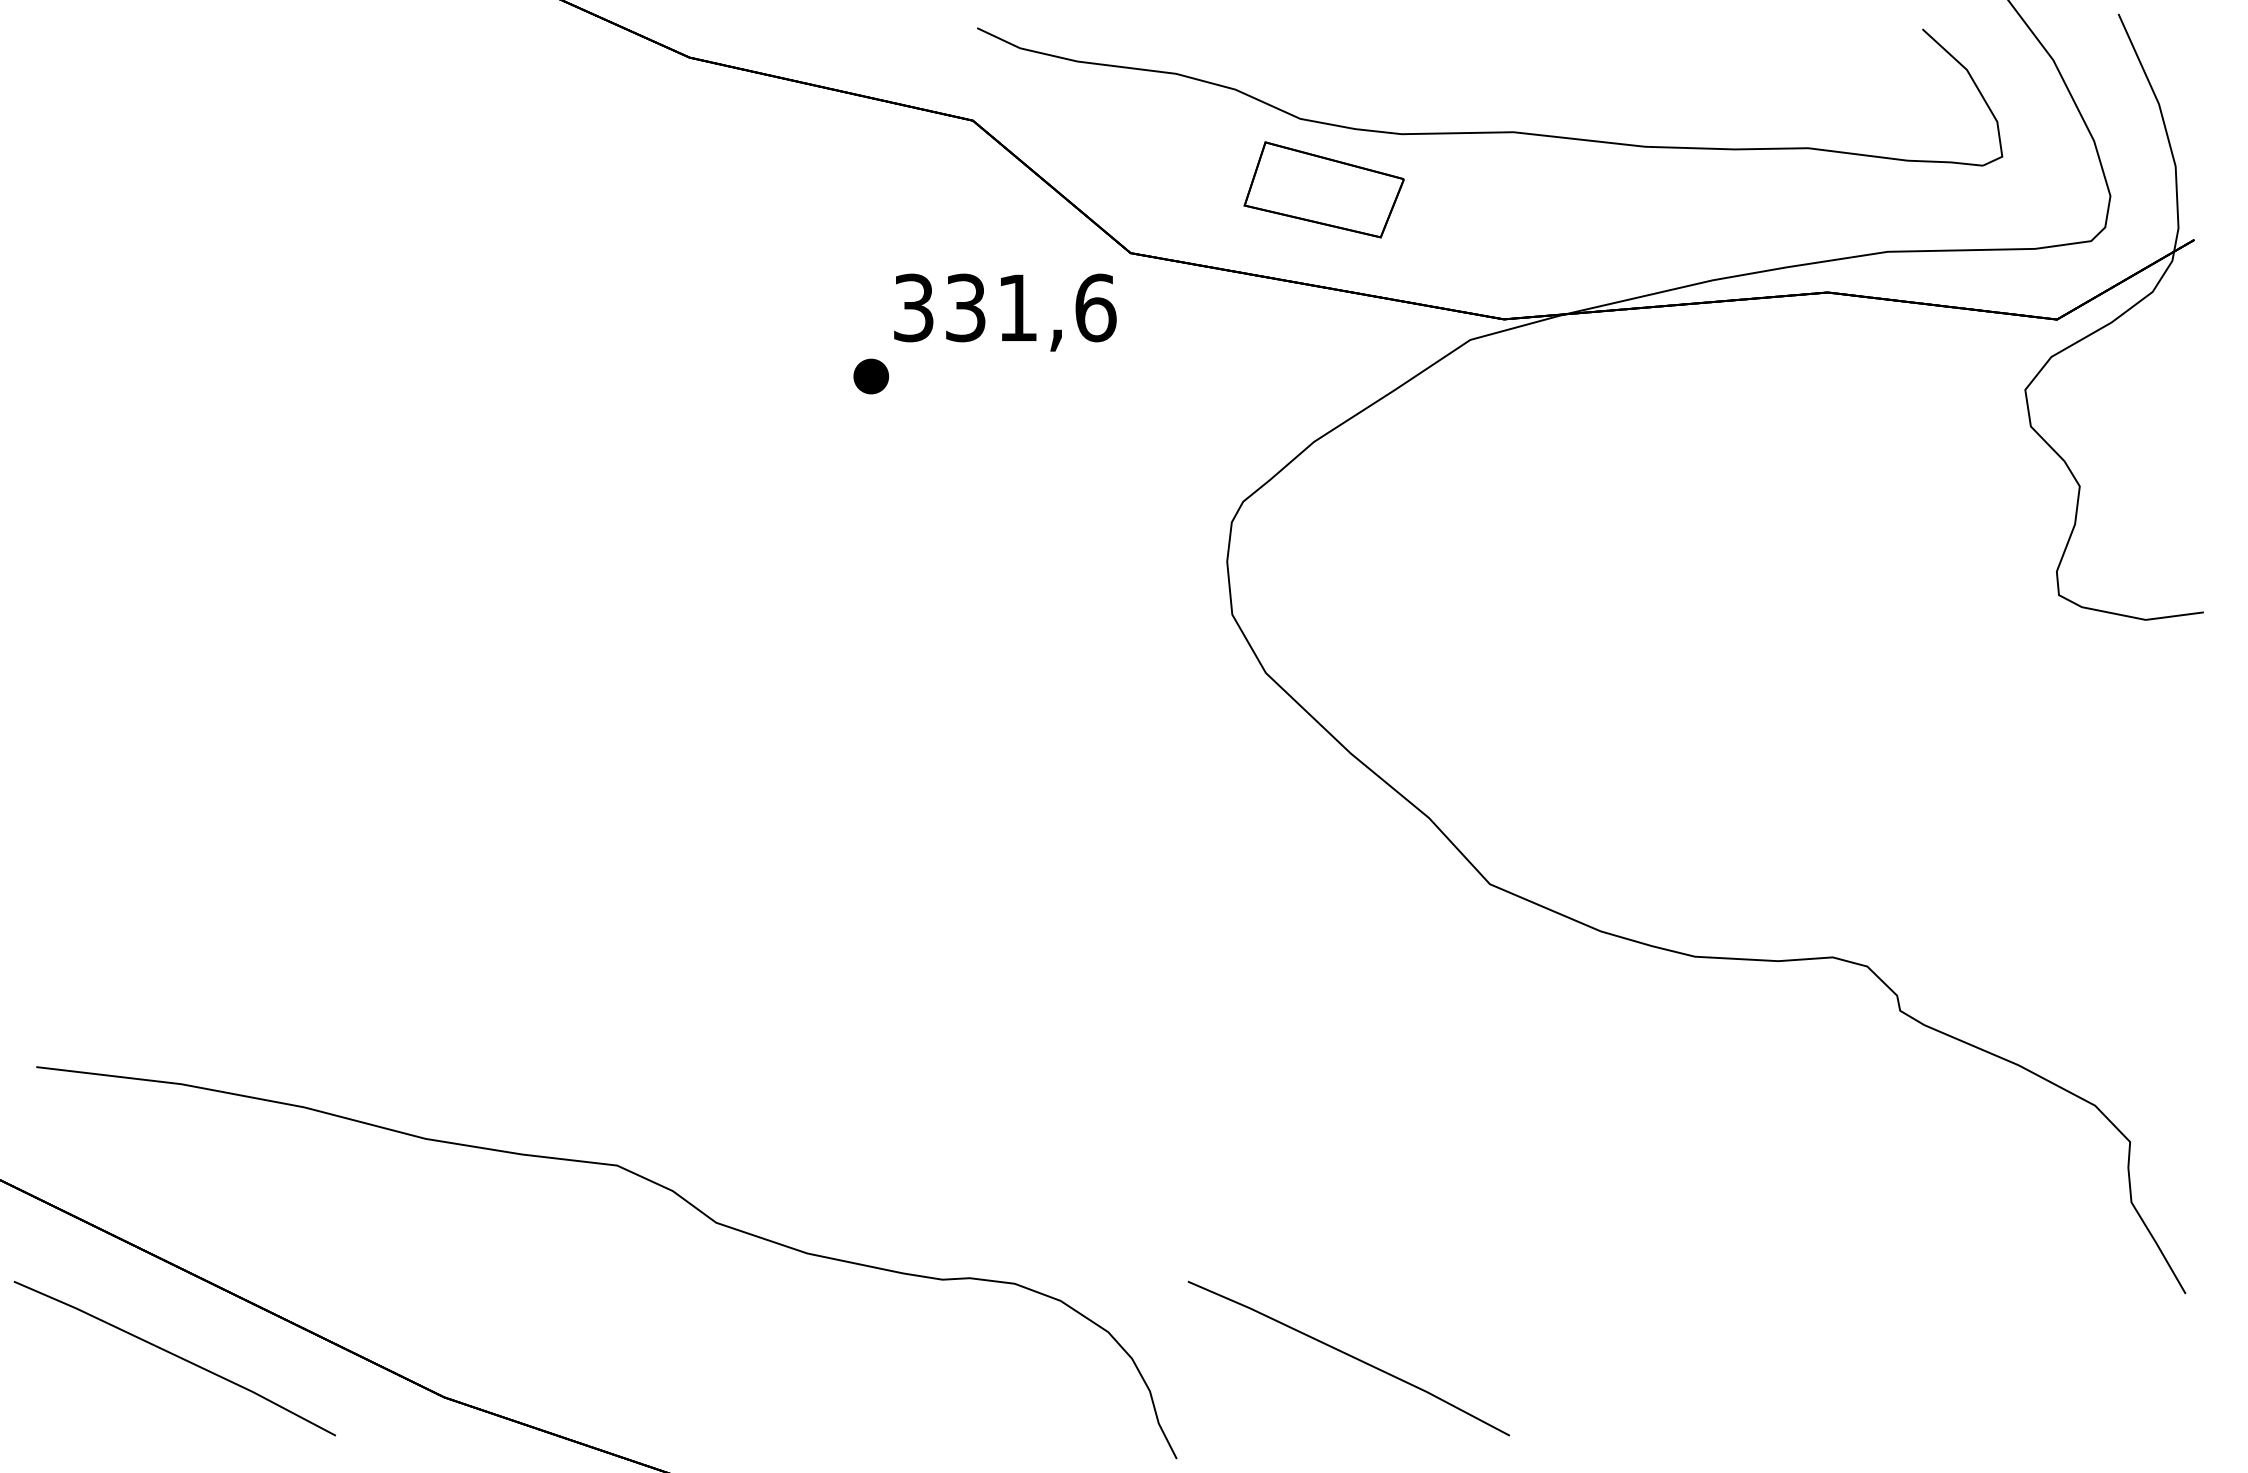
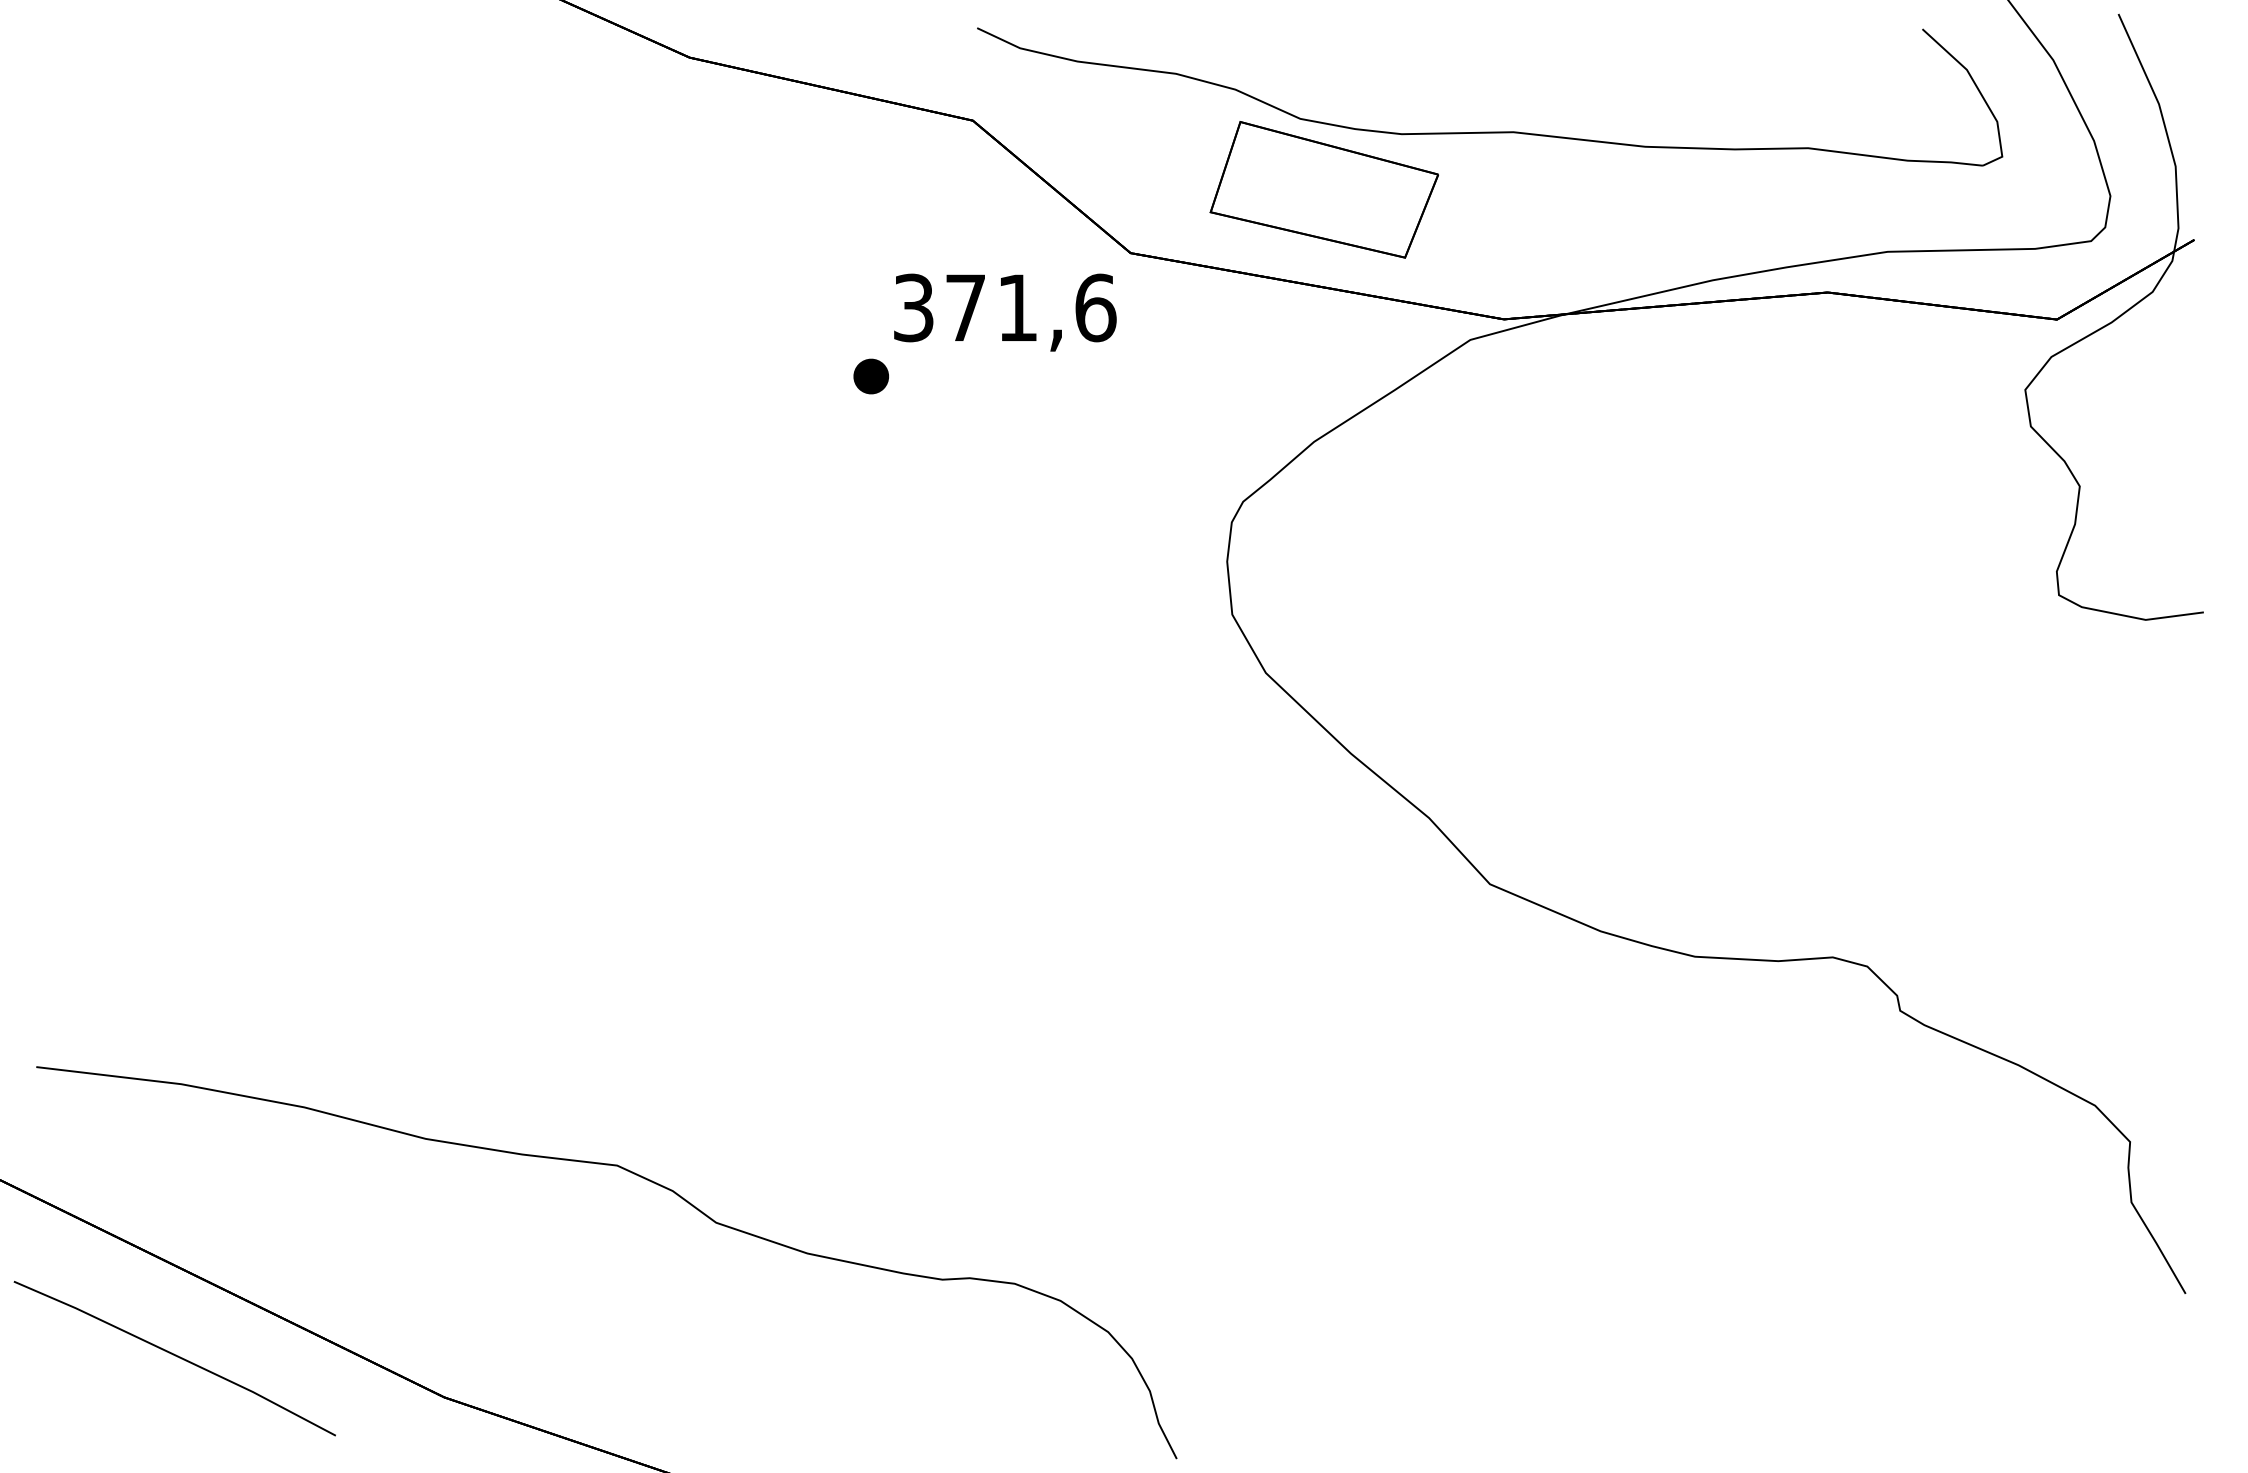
part at (1323, 189) size: 162x98 px -> 230x138 px
text at (965, 307): 331,6 -> 371,6
part at (1348, 1358): present -> none
